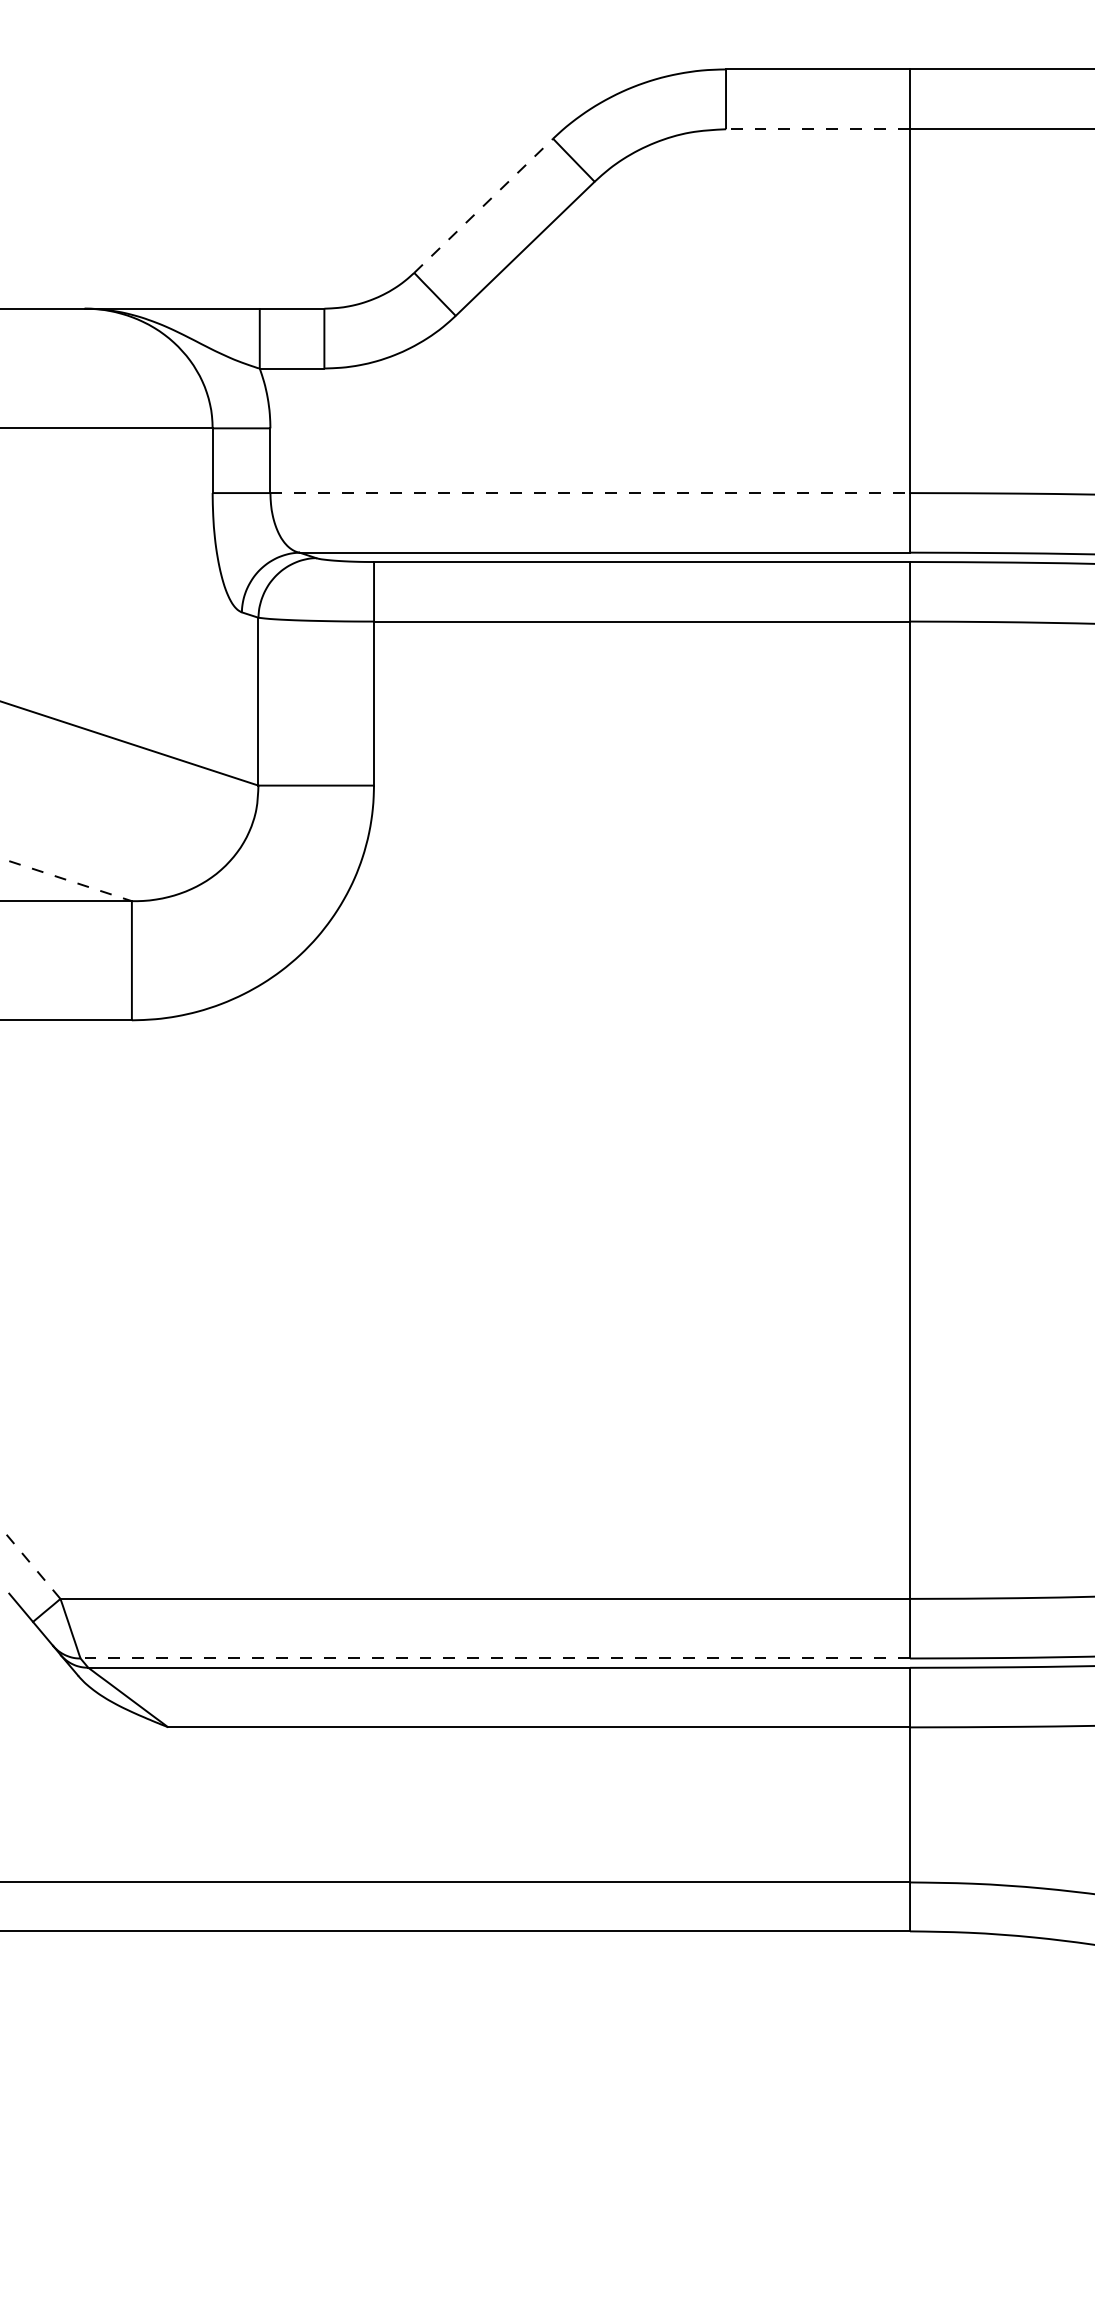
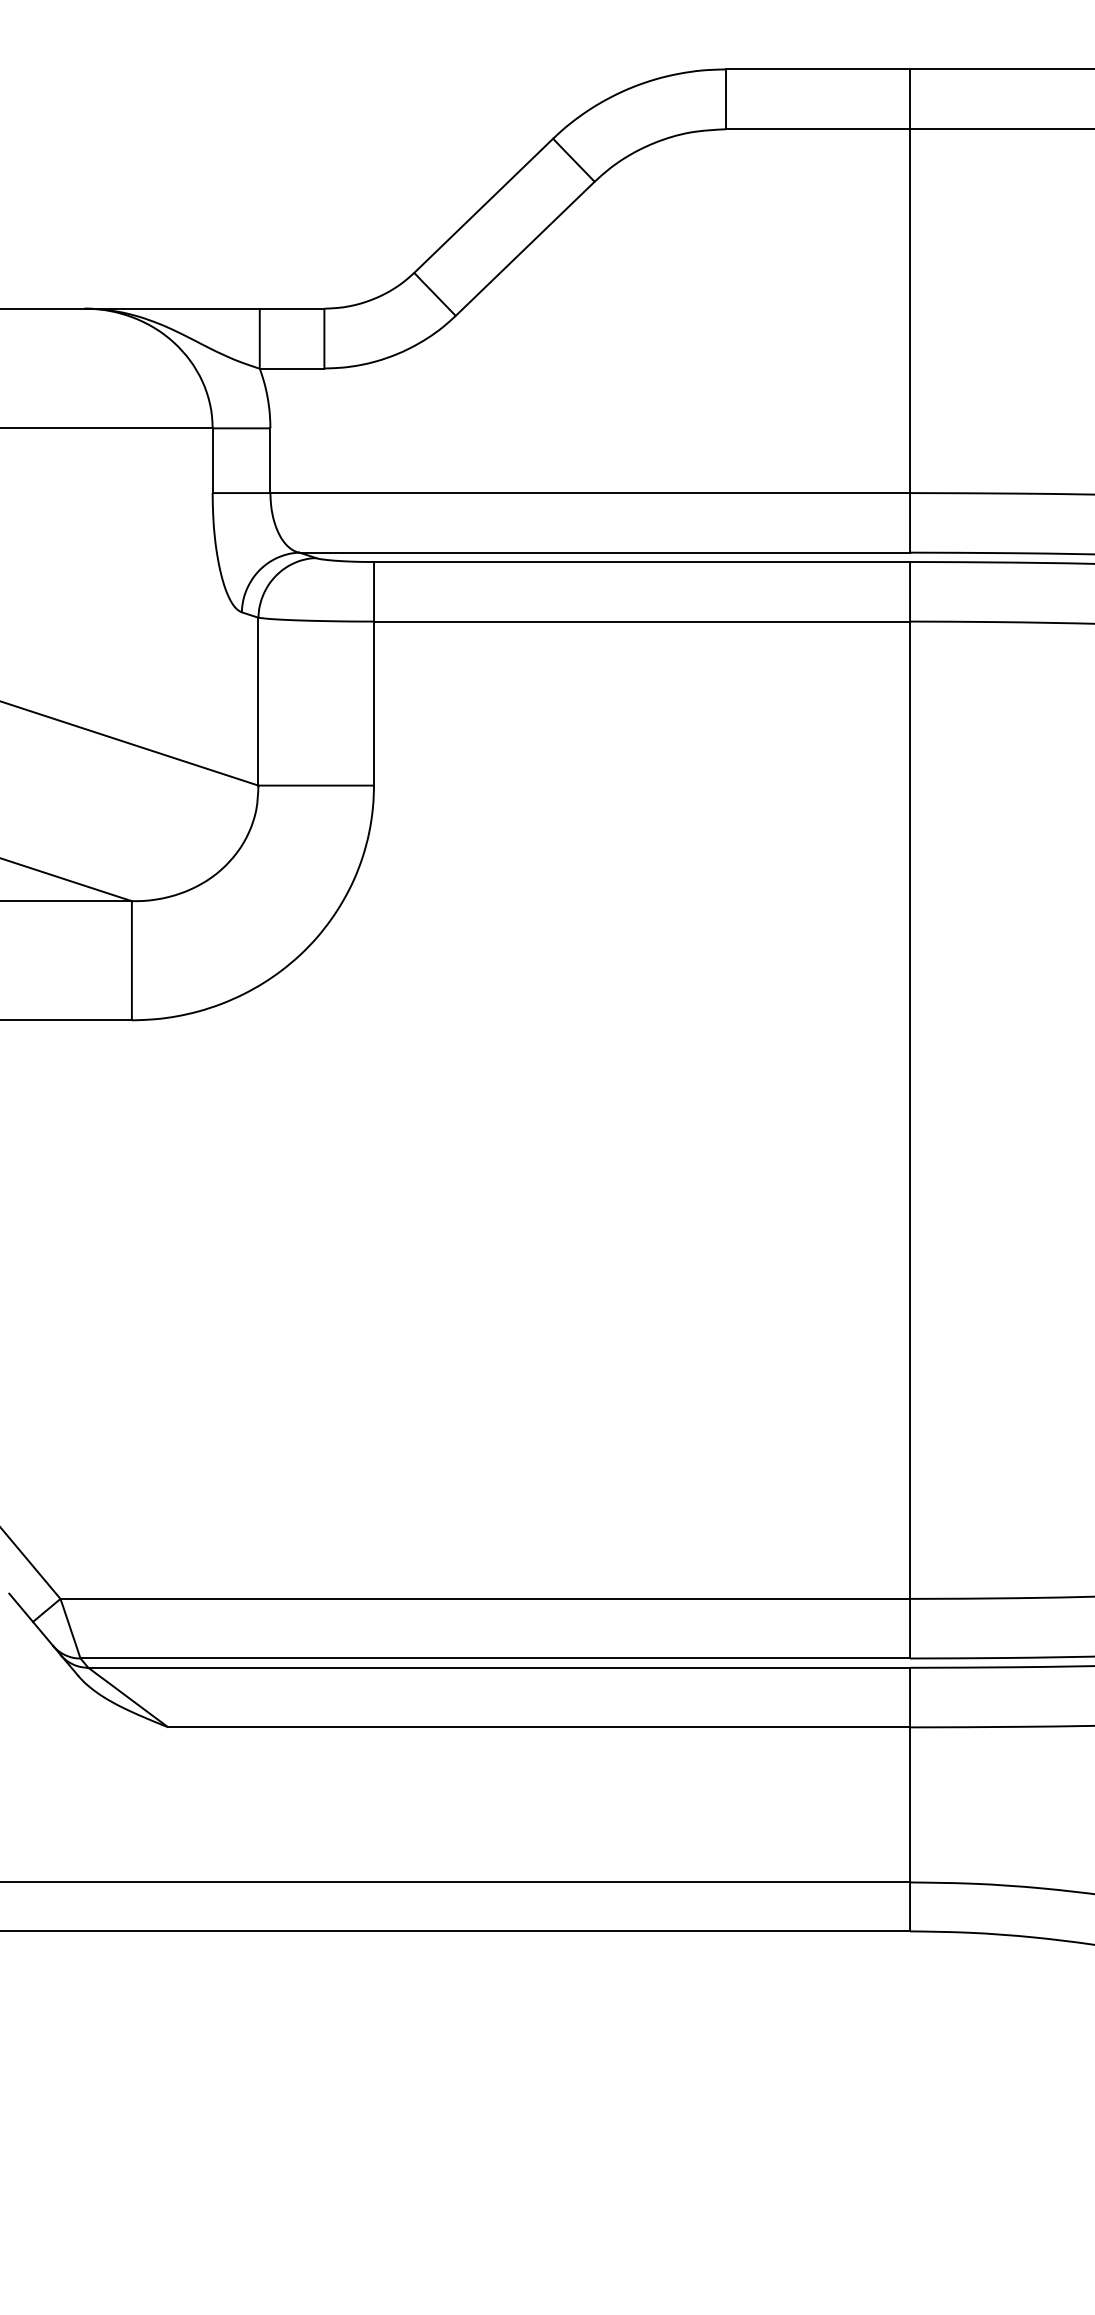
line at (817, 129): dashed -> solid
line at (483, 205): dashed -> solid
line at (590, 493): dashed -> solid
line at (66, 879): dashed -> solid
line at (30, 1562): dashed -> solid
line at (495, 1658): dashed -> solid
